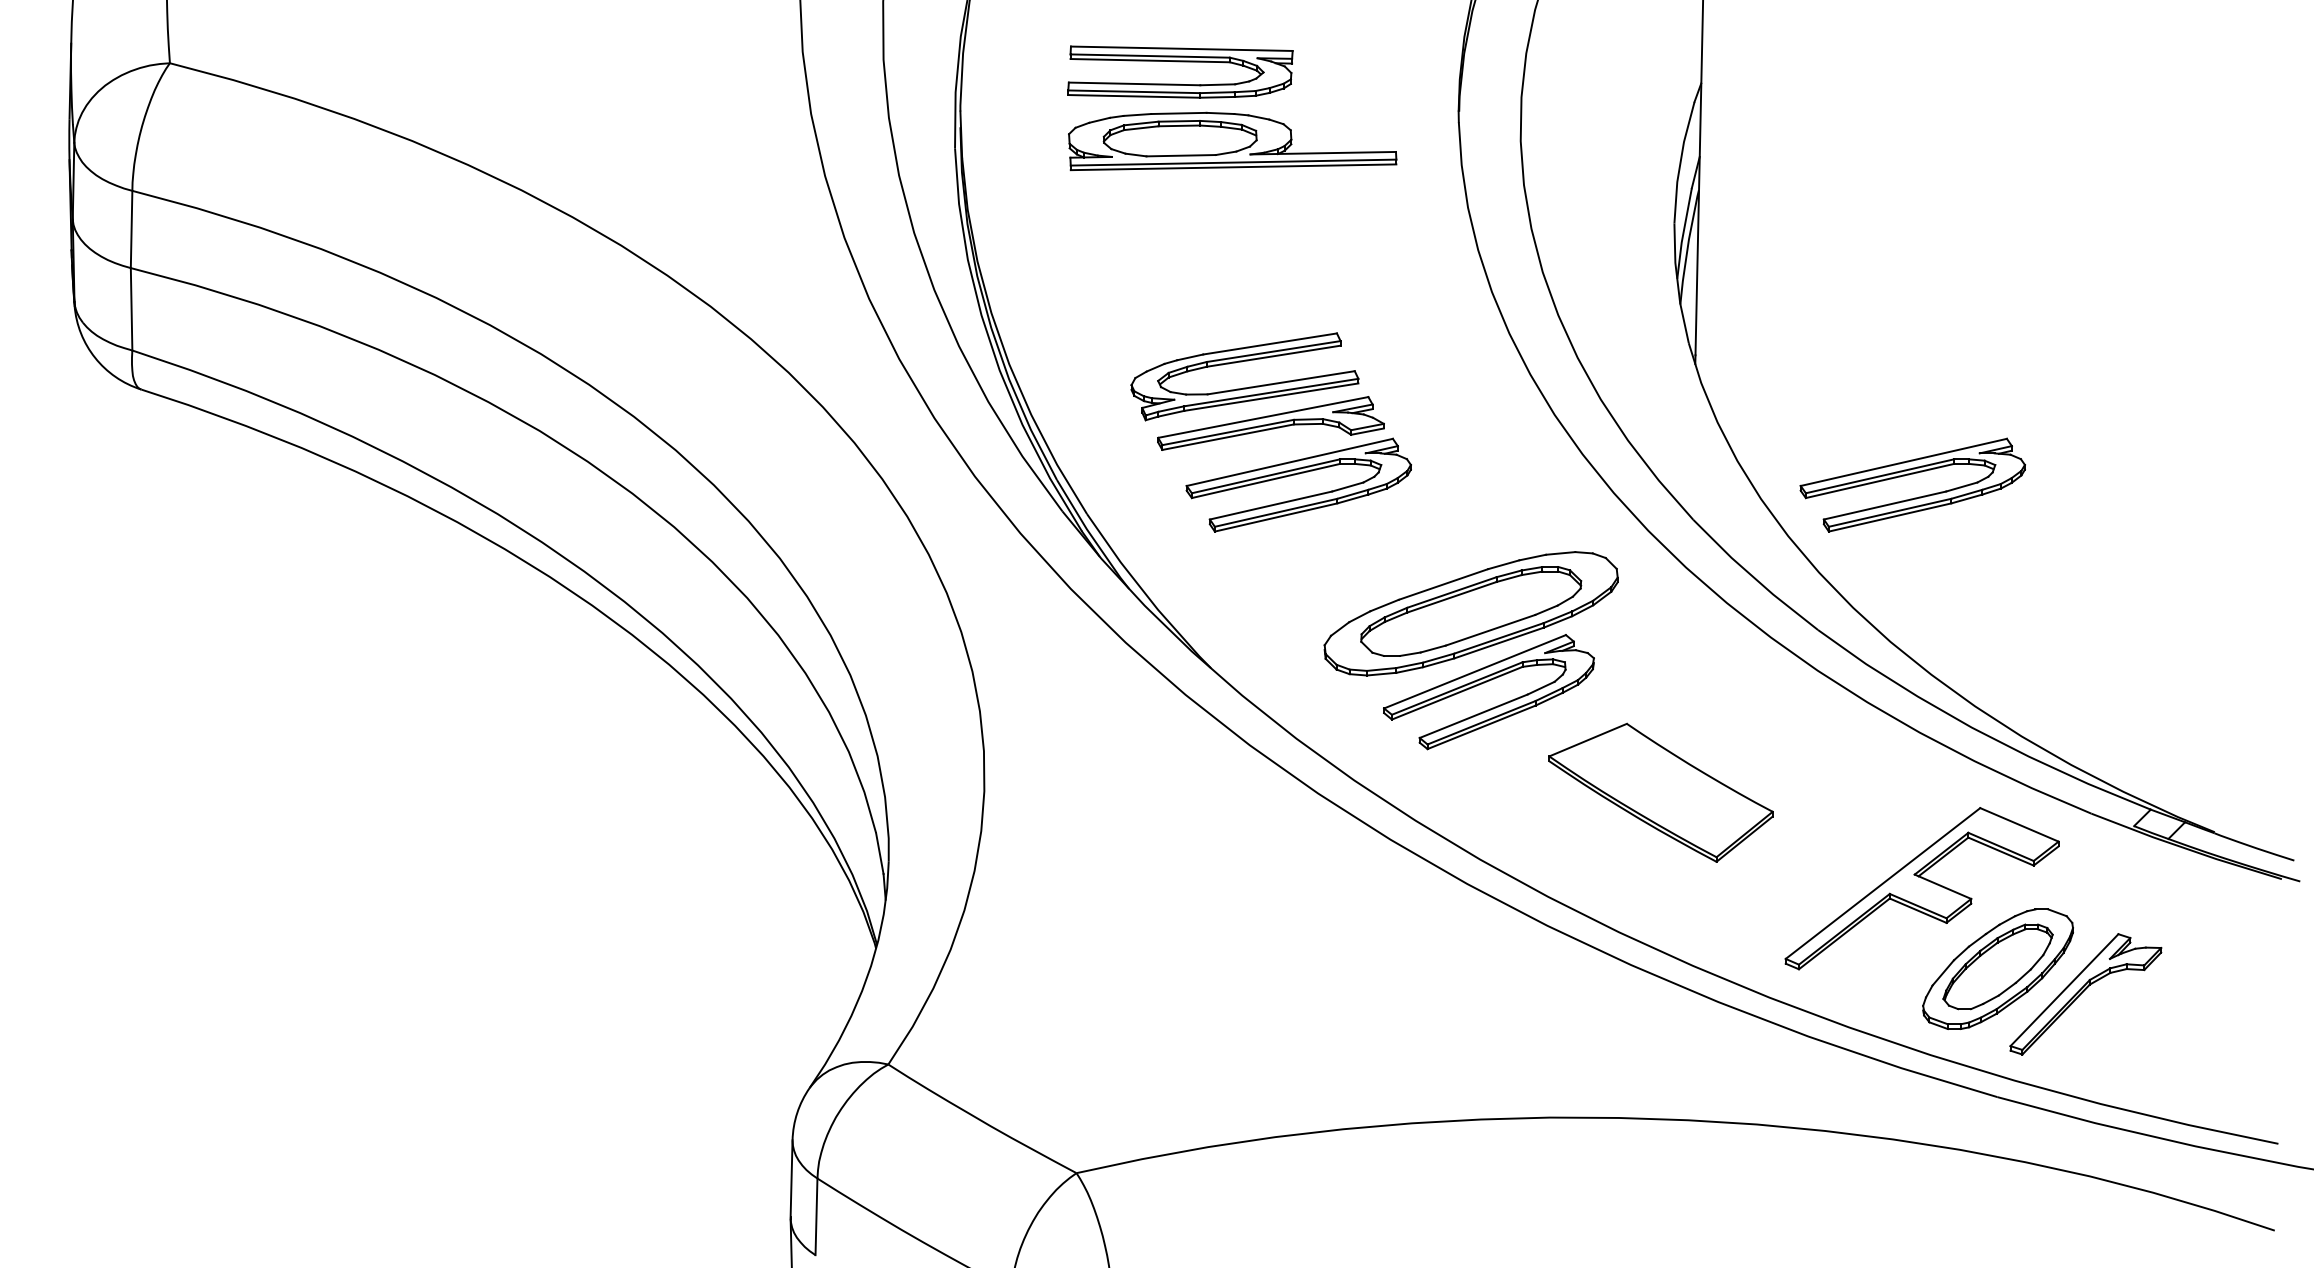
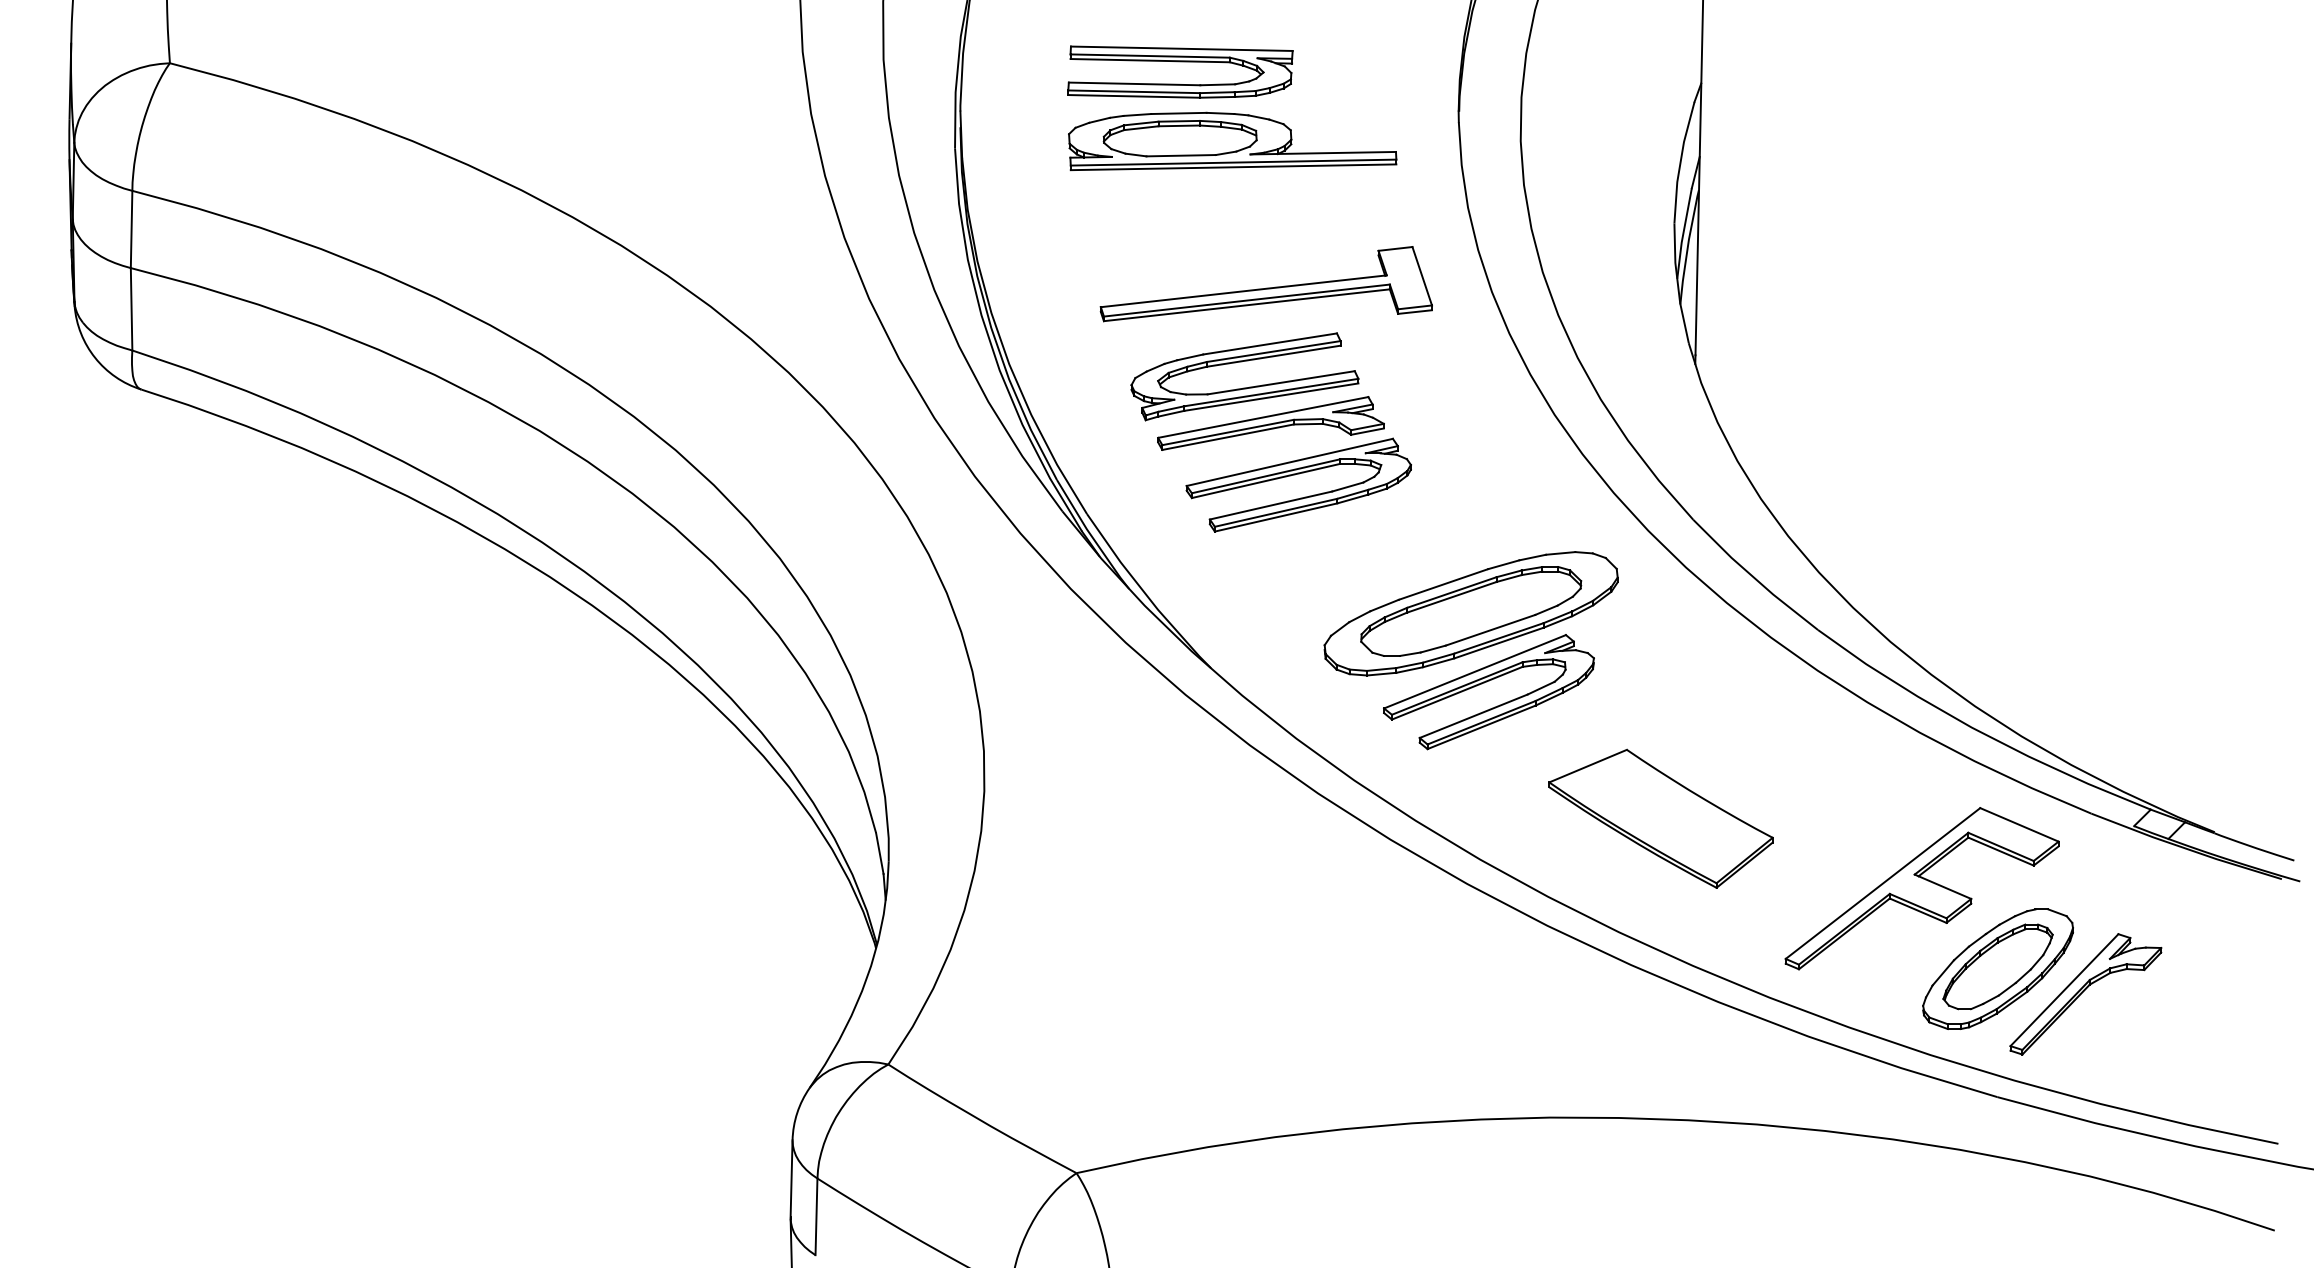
part at (1265, 284): none -> present
part at (1909, 475): present -> none
part at (1660, 792) position: (1660, 792) -> (1660, 818)
